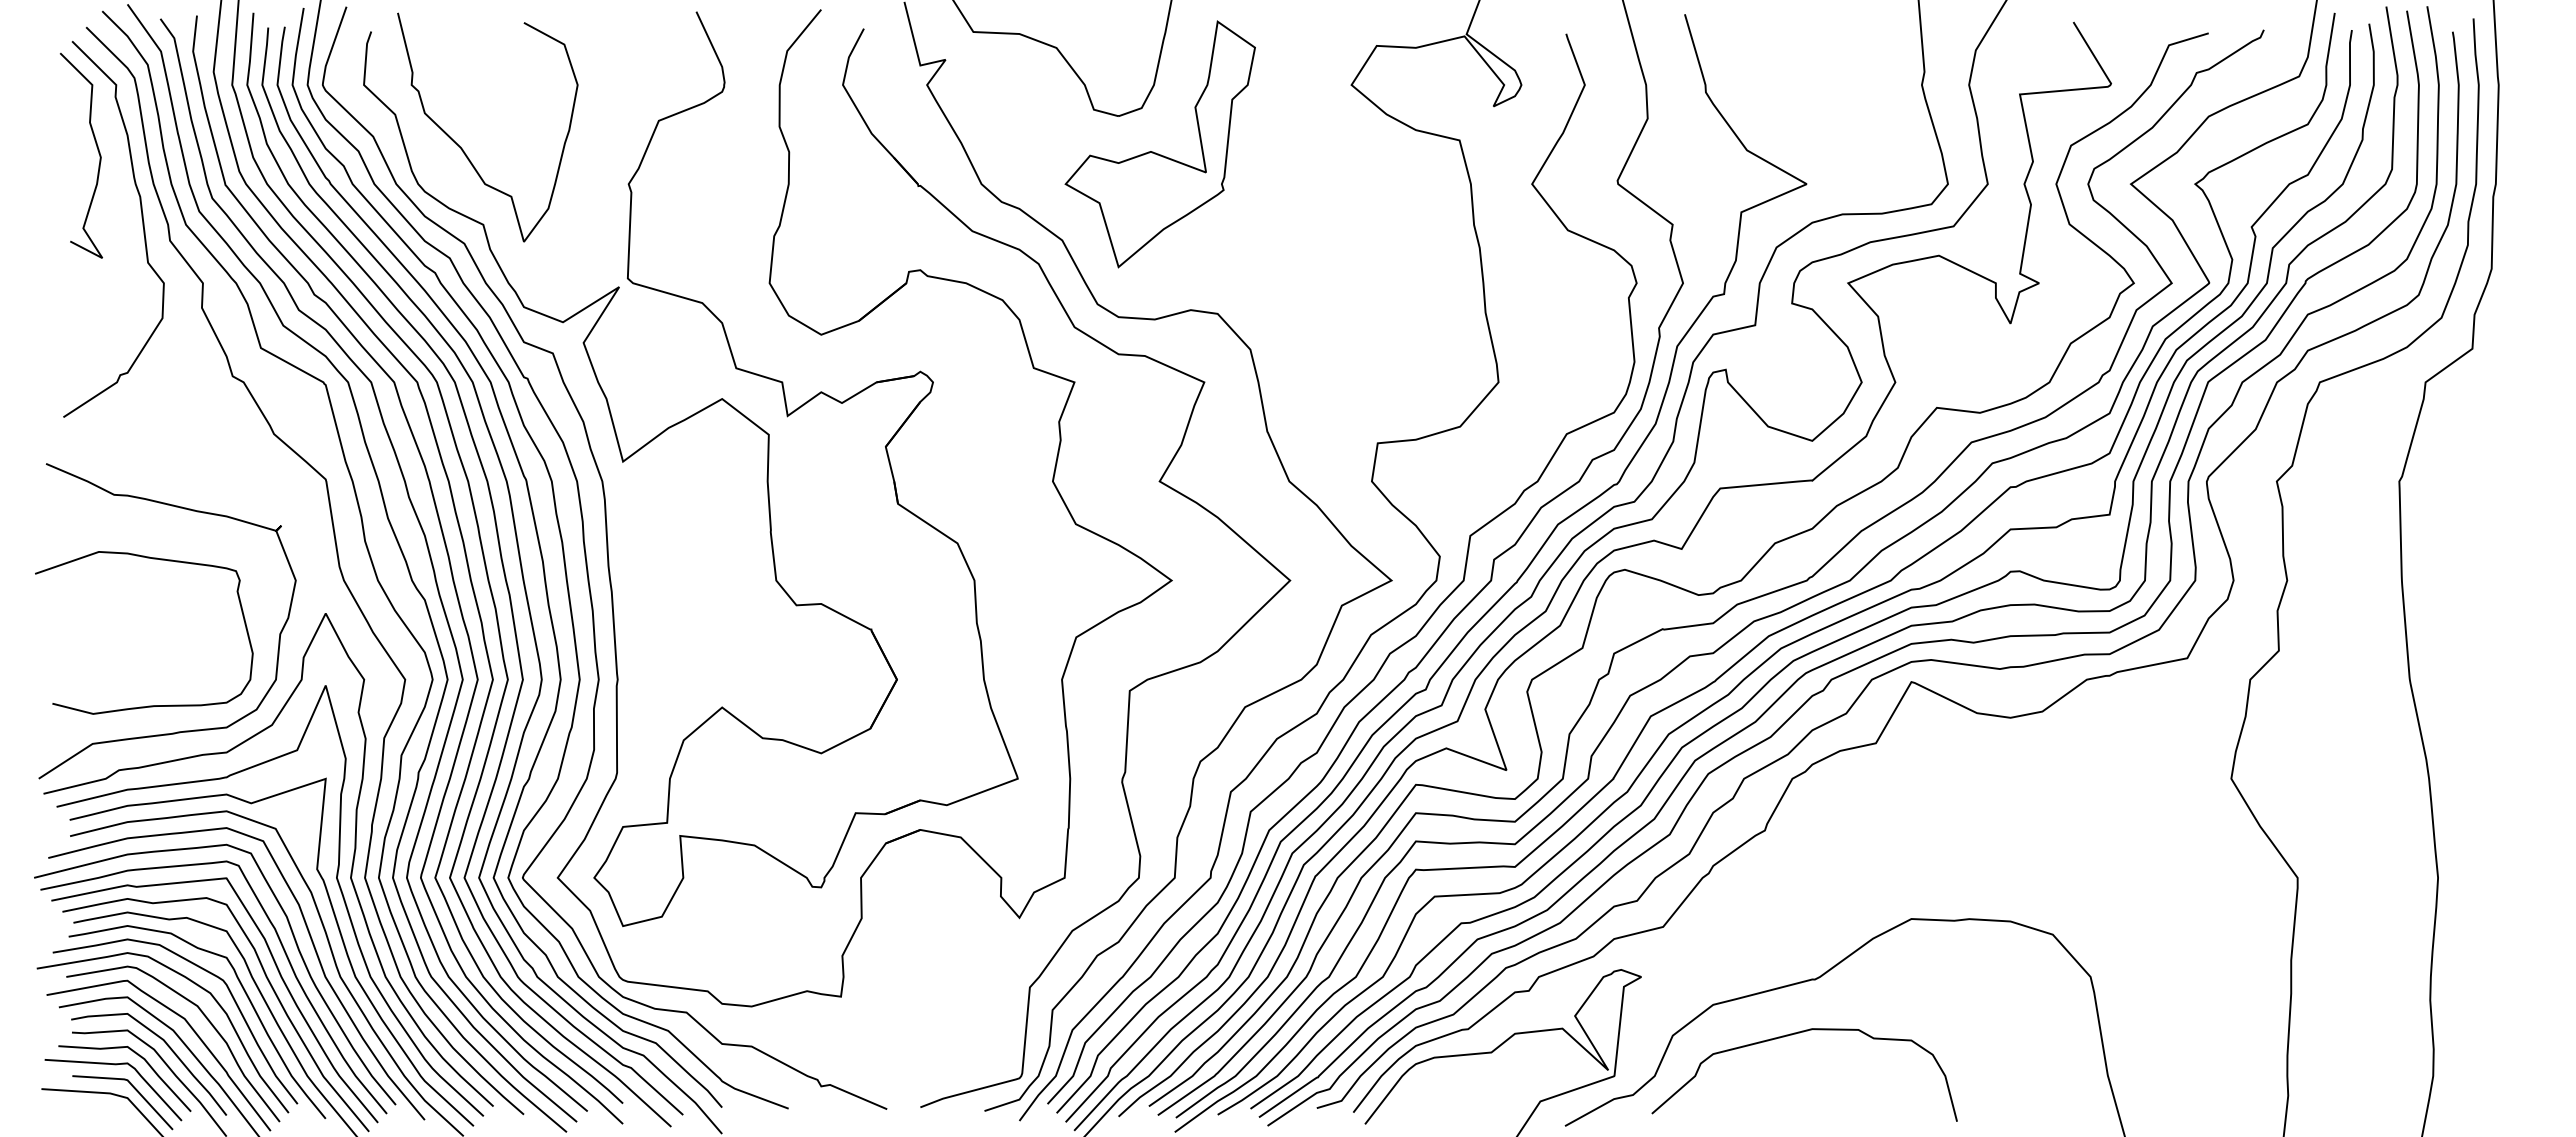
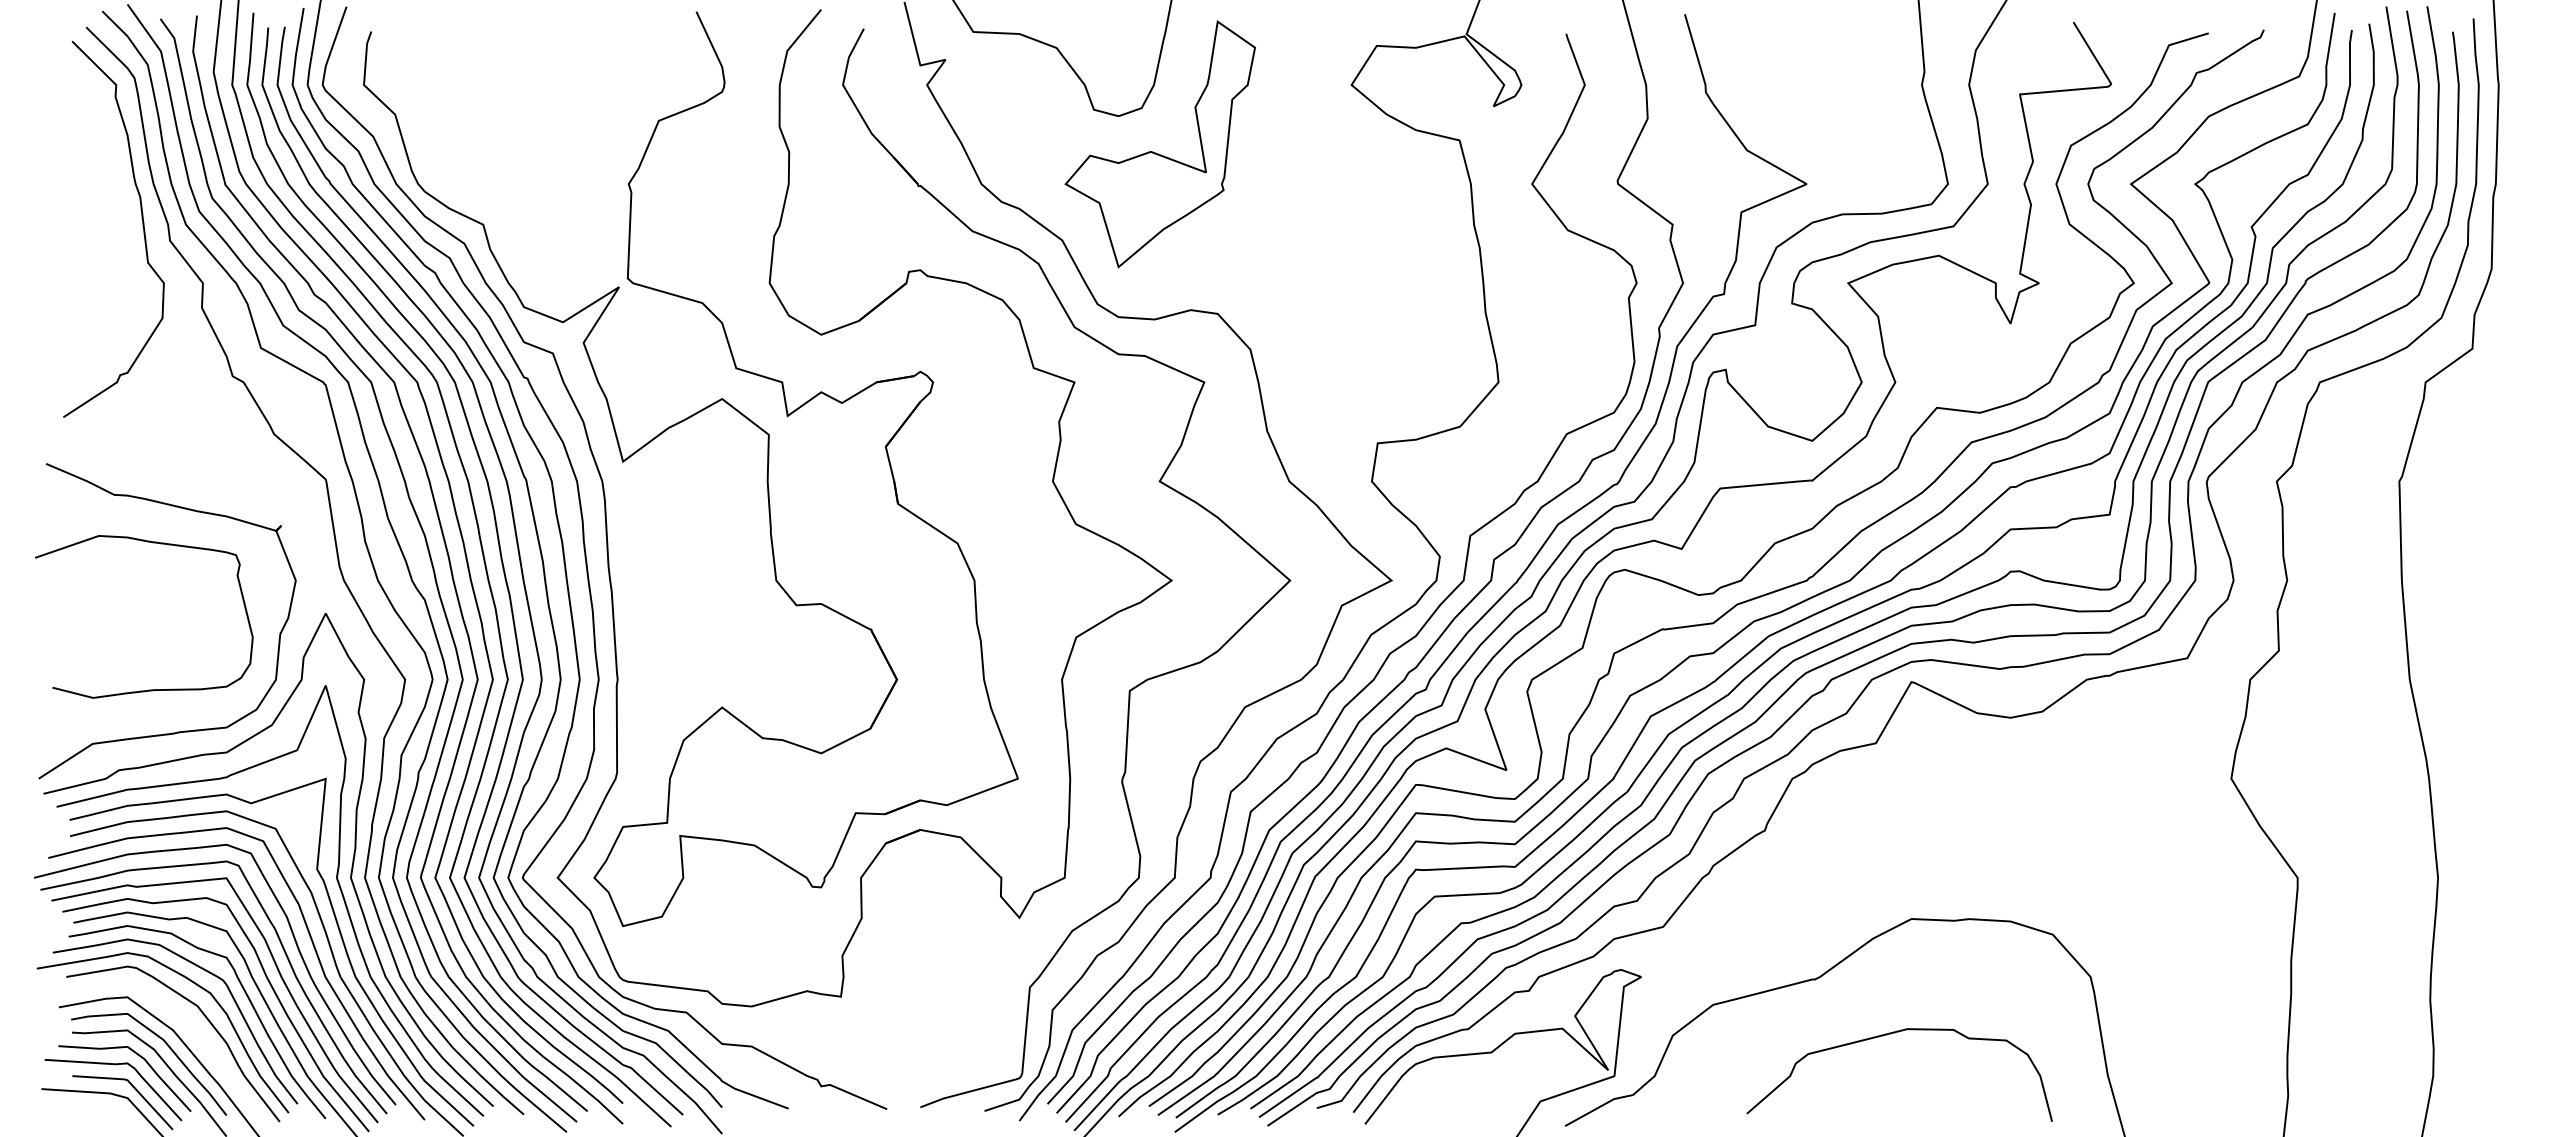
curve at (463, 149): present -> none
curve at (97, 150): present -> none
curve at (148, 705) position: (148, 705) -> (148, 689)
curve at (191, 1029): present -> none
curve at (1796, 1034) position: (1796, 1034) -> (1891, 1034)
